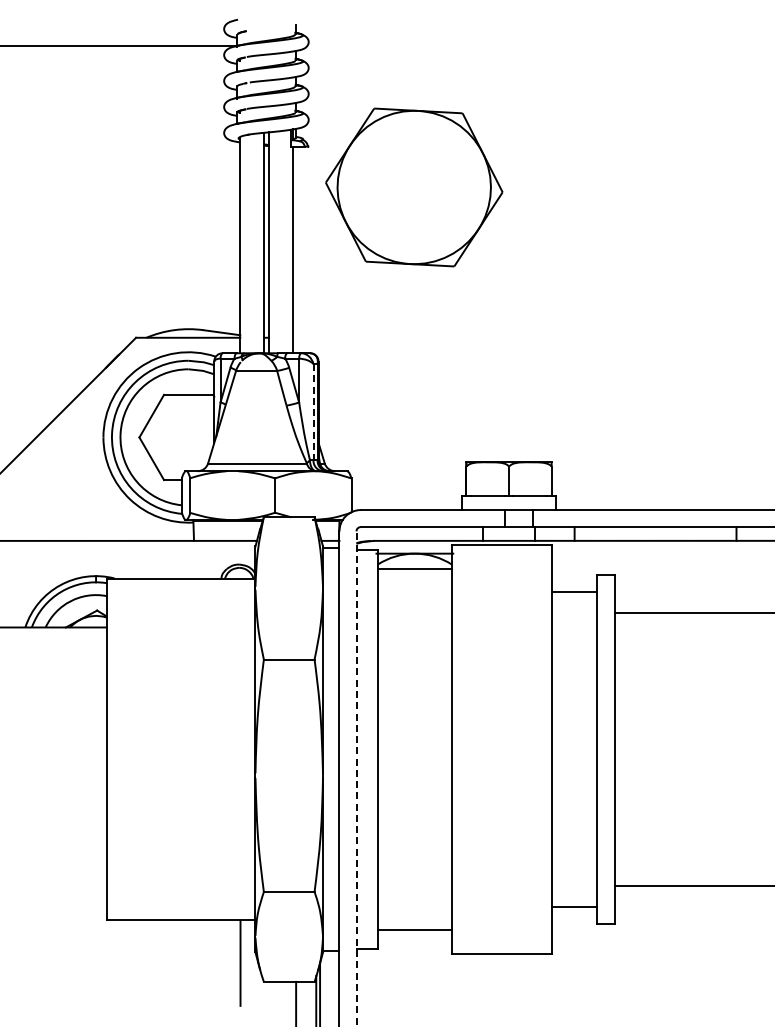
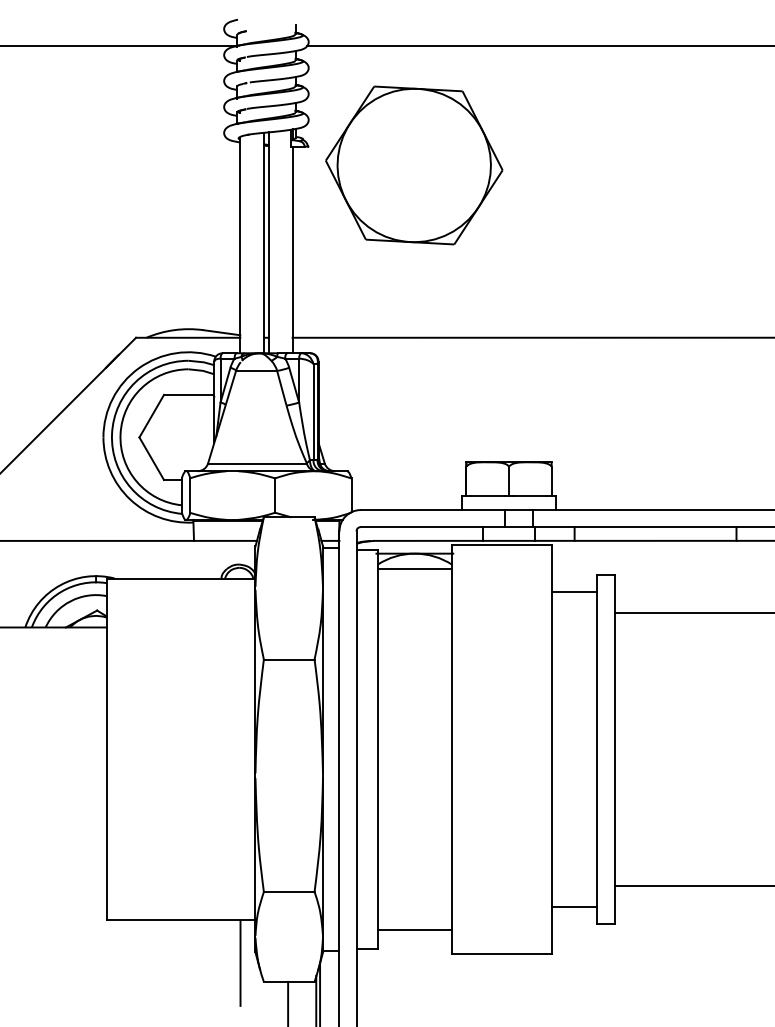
line at (538, 46): none -> present
part at (414, 187) position: (414, 187) -> (414, 165)
line at (531, 337): none -> present
line at (313, 412): dashed -> solid
line at (356, 778): dashed -> solid
line at (296, 1002) position: (296, 1002) -> (288, 1002)
